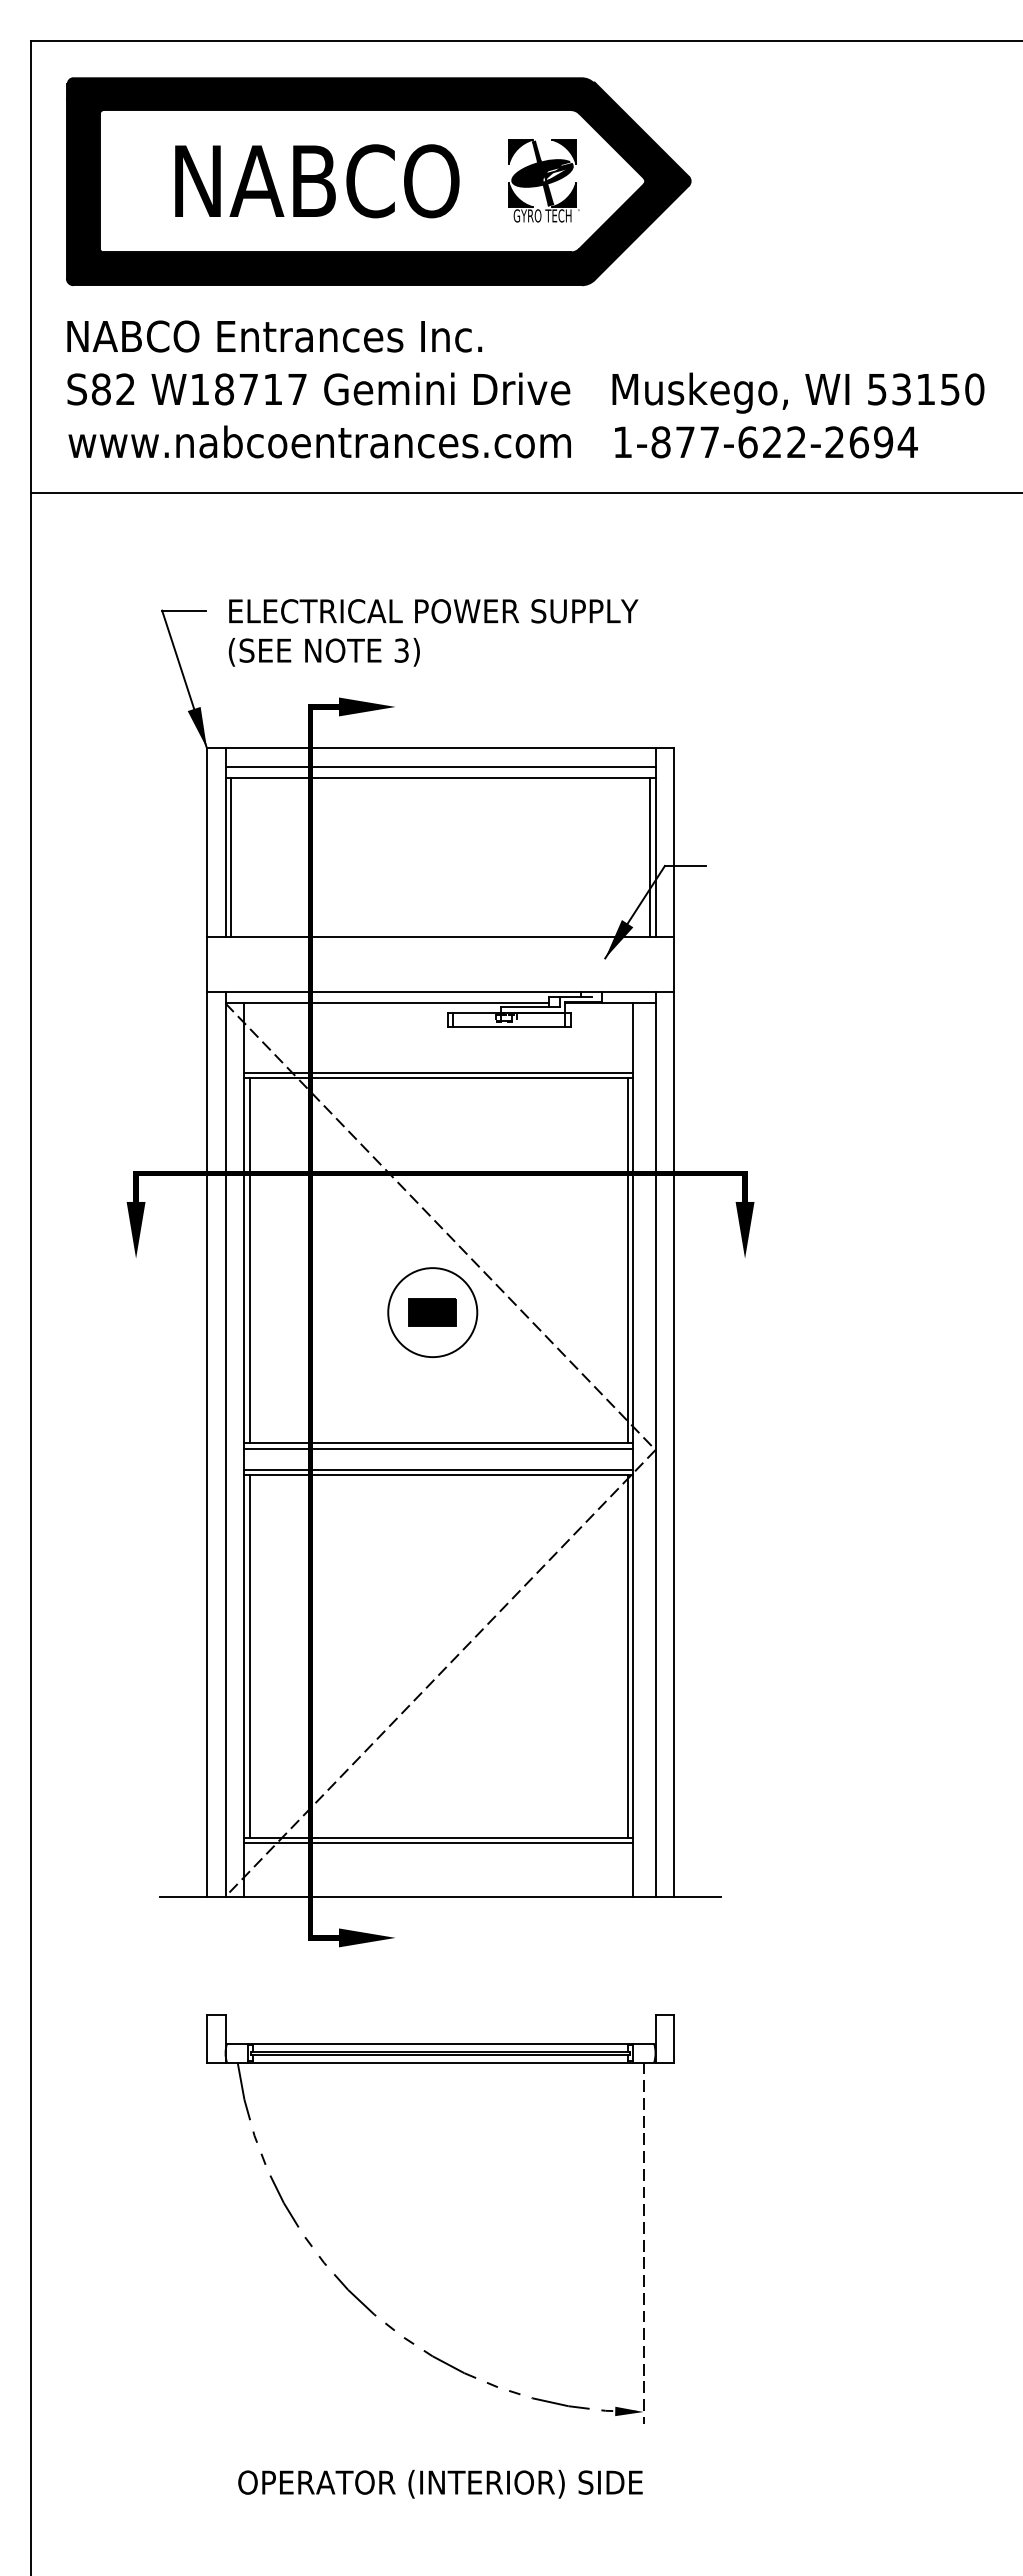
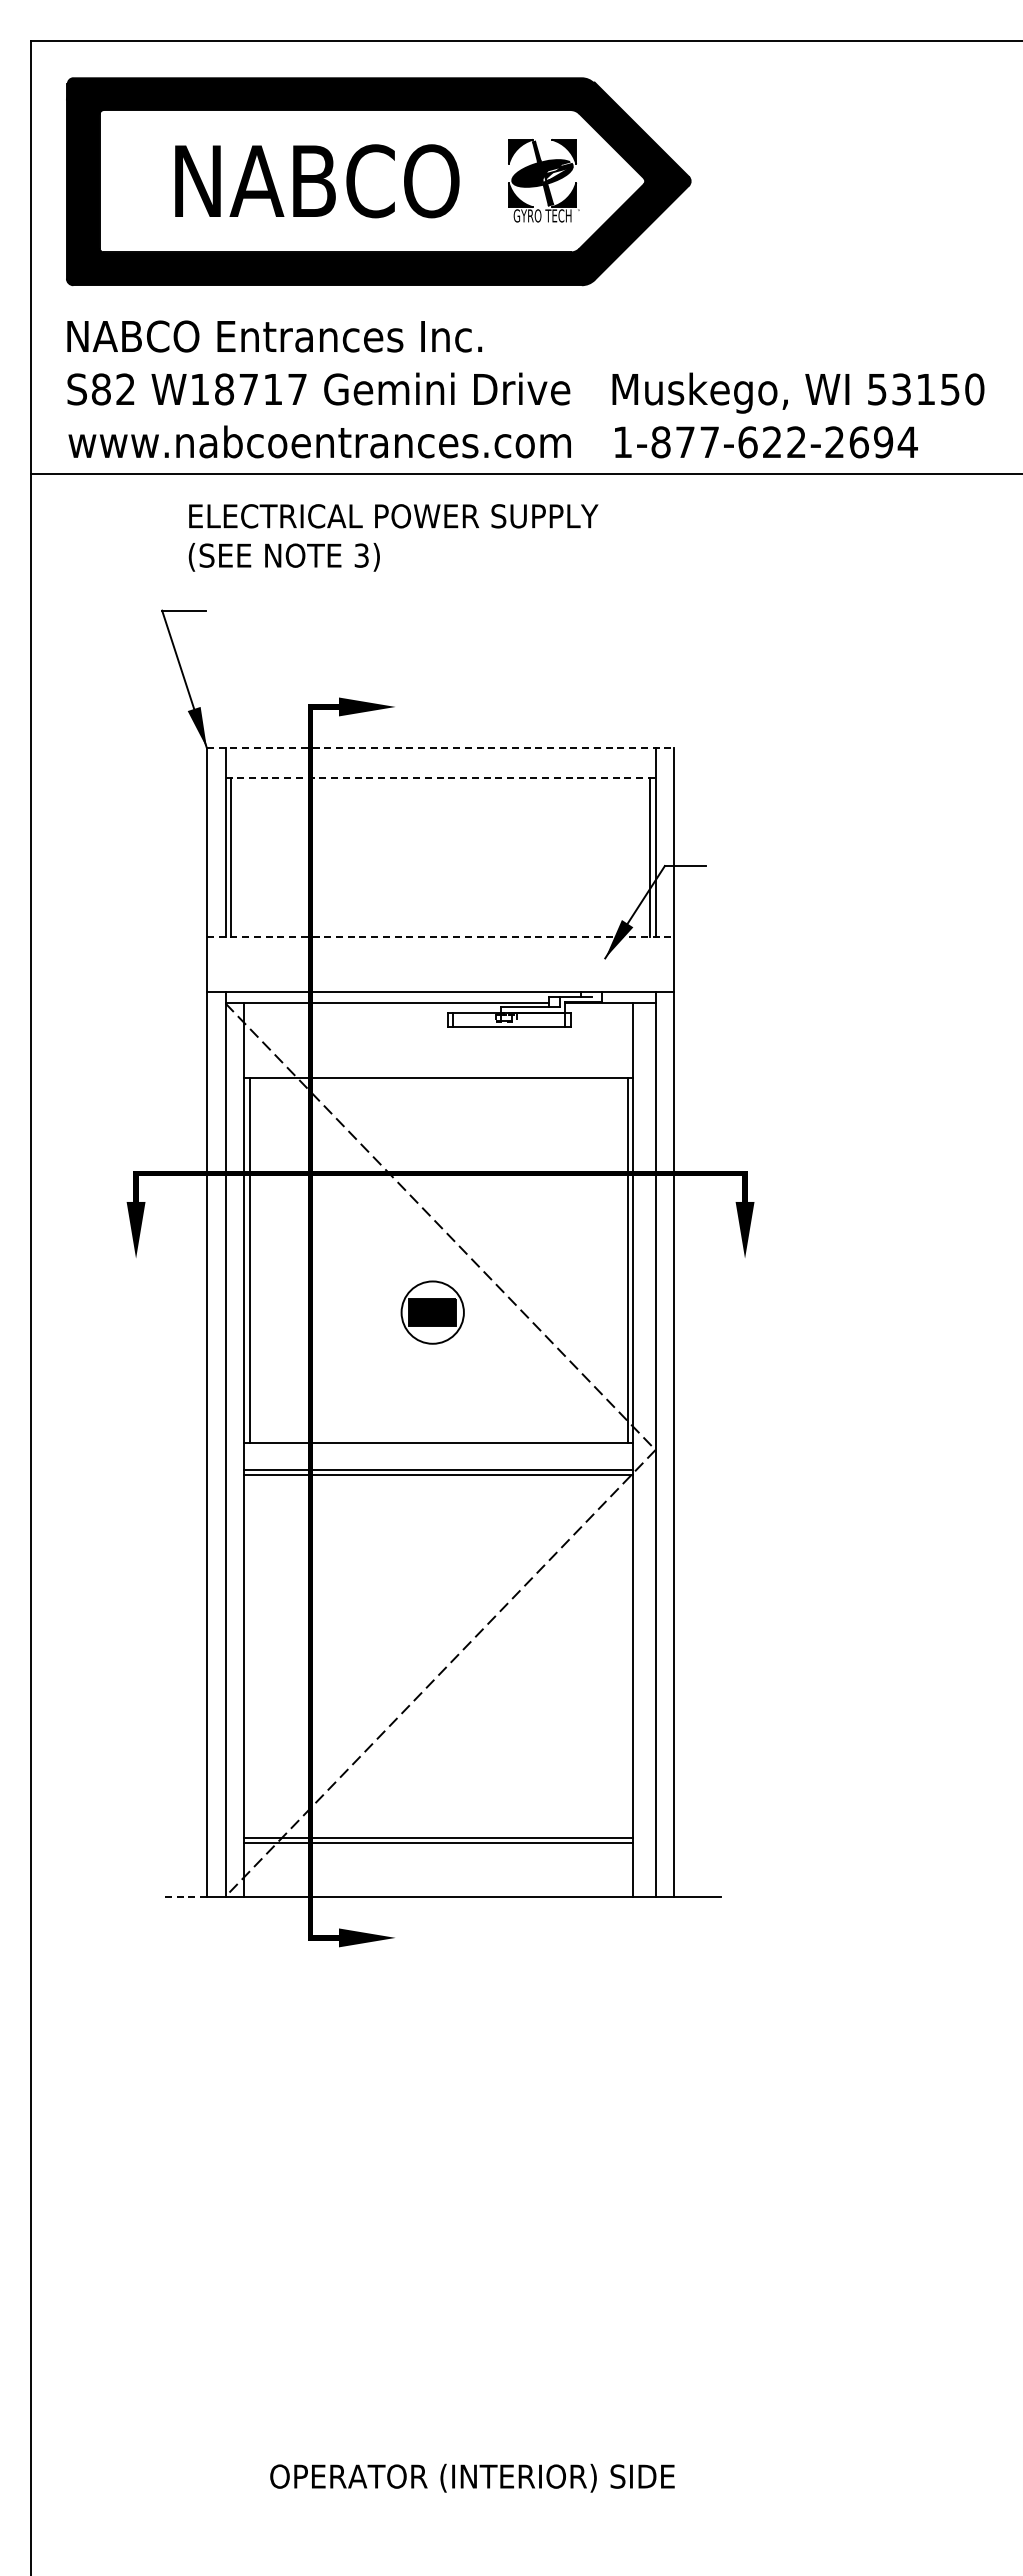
line at (524, 493) position: (524, 493) -> (524, 474)
text at (433, 632) position: (433, 632) -> (393, 537)
line at (440, 748): solid -> dashed
line at (440, 766): present -> none
line at (441, 777): solid -> dashed
line at (440, 937): solid -> dashed
line at (438, 1072): present -> none
circle at (432, 1312) diameter: 89 px -> 62 px
line at (438, 1448): present -> none
line at (249, 1656): present -> none
line at (627, 1656): present -> none
line at (183, 1896): solid -> dashed
part at (364, 2303): present -> none
text at (440, 2483) position: (440, 2483) -> (472, 2477)
